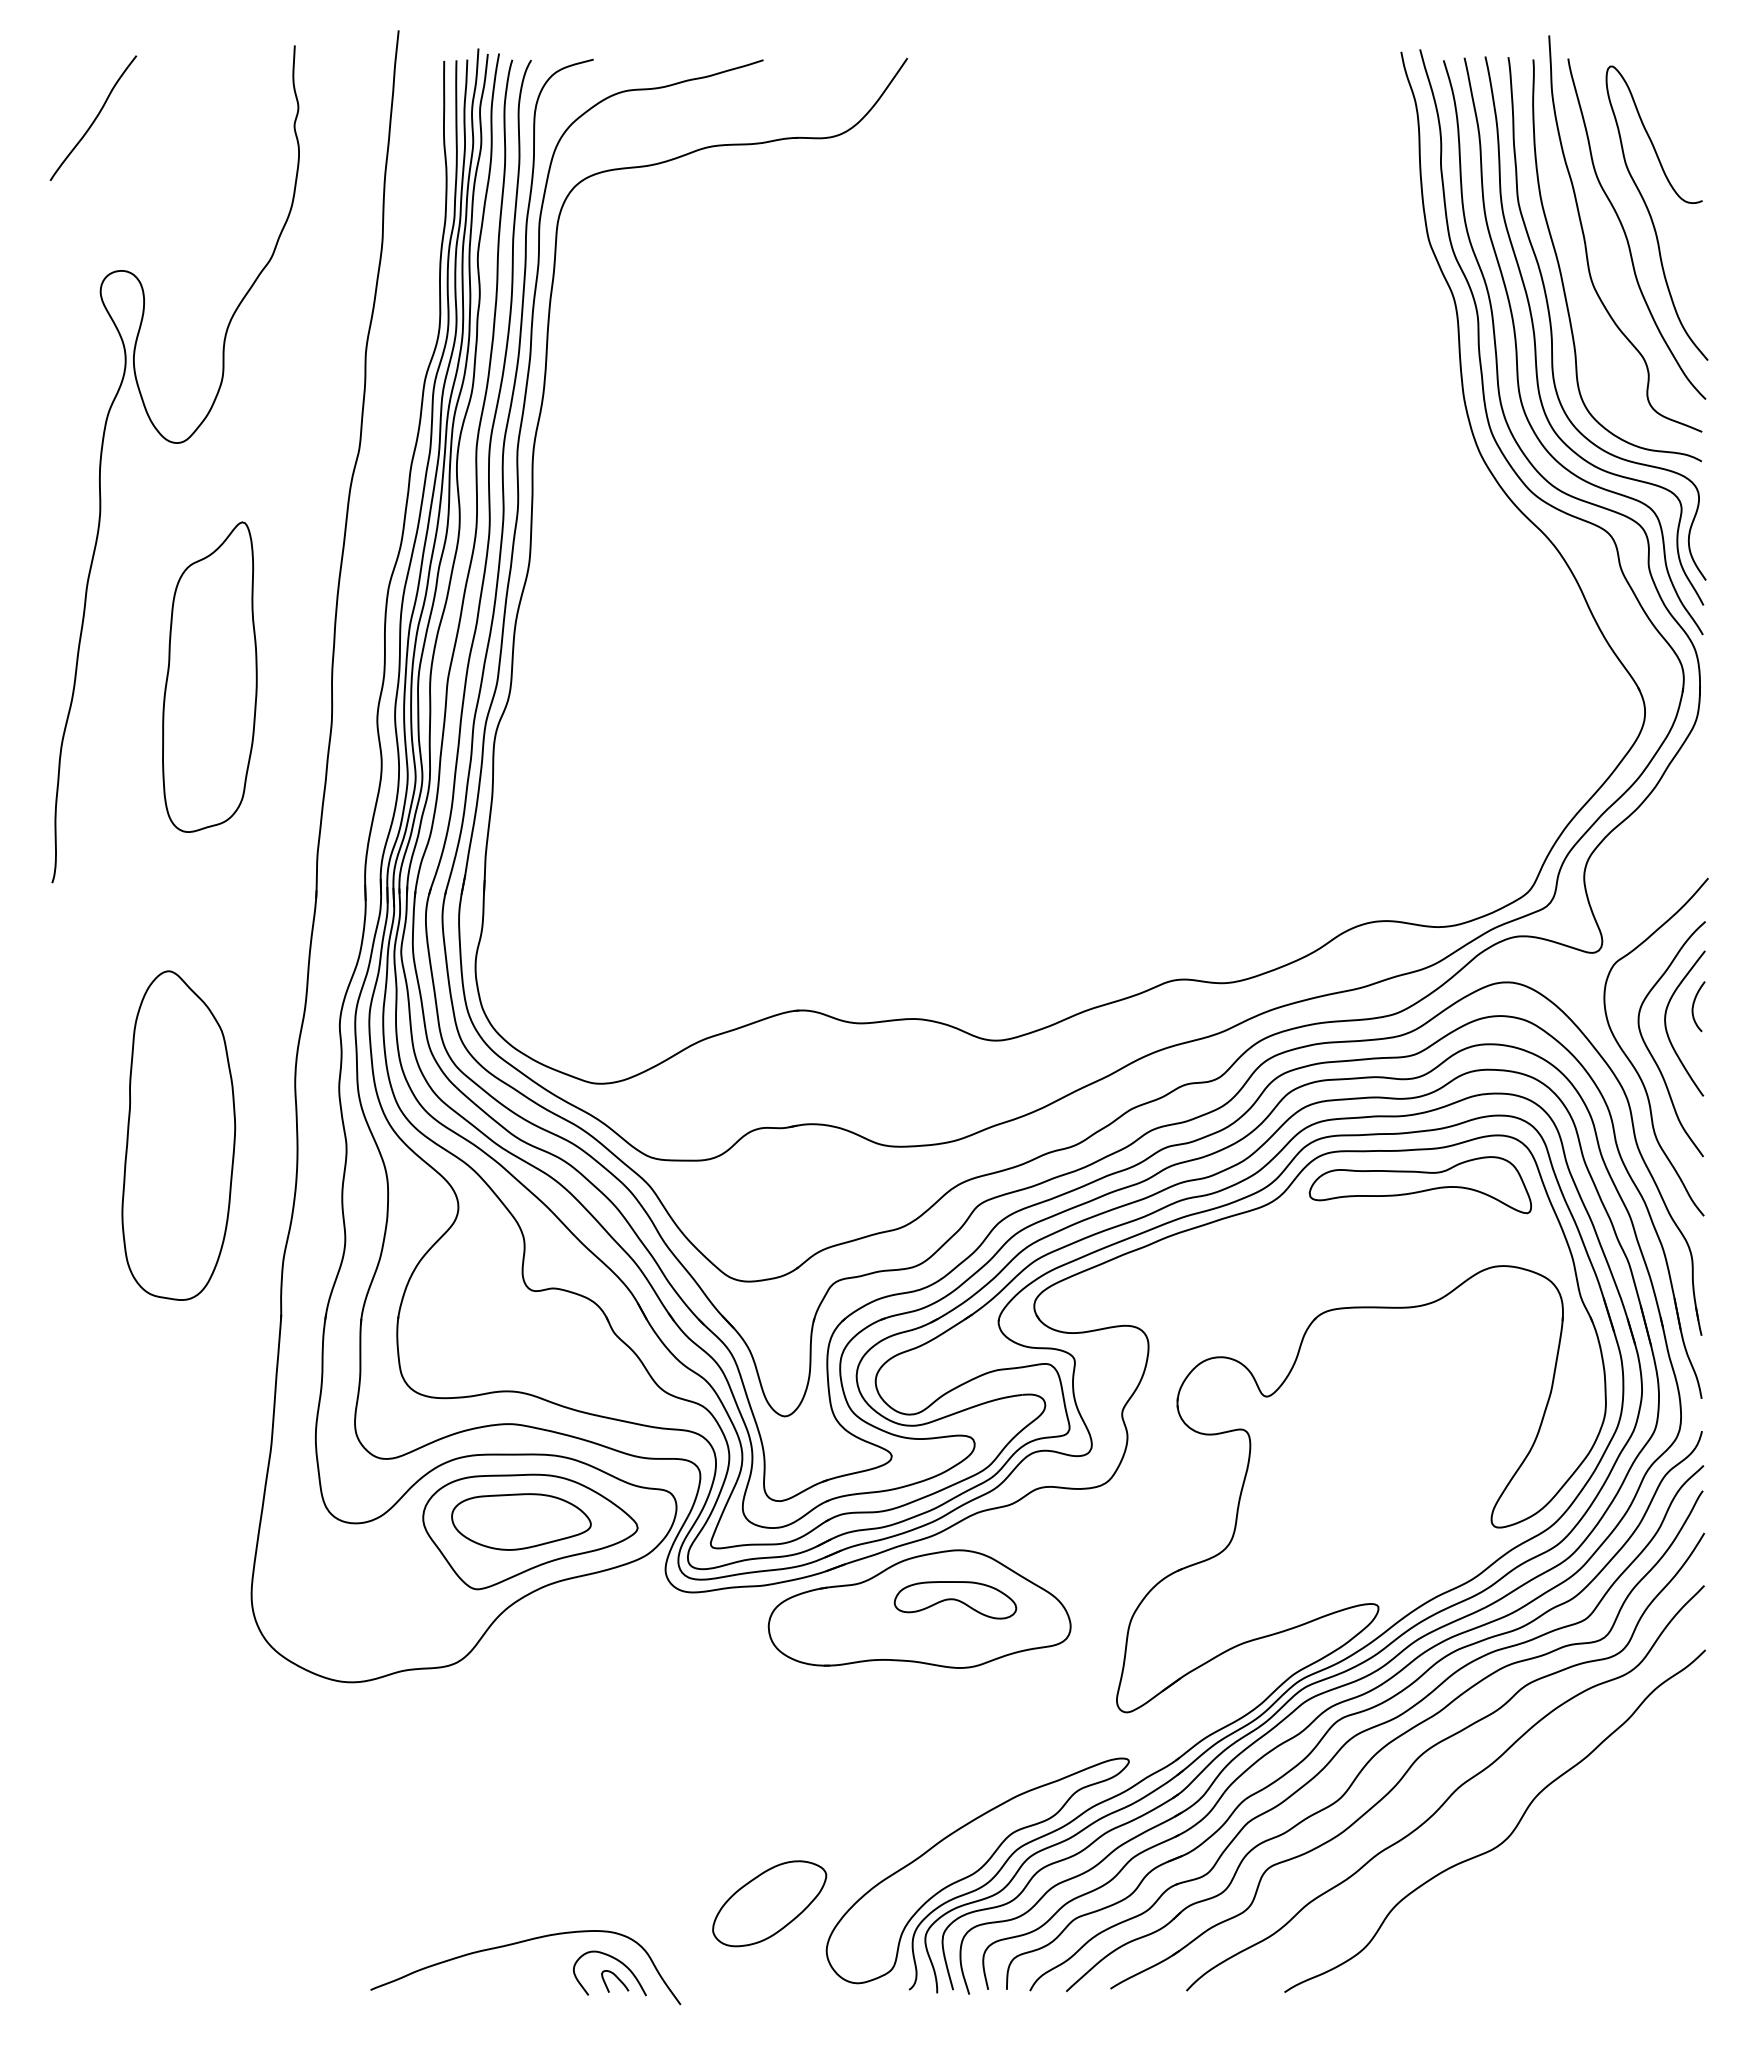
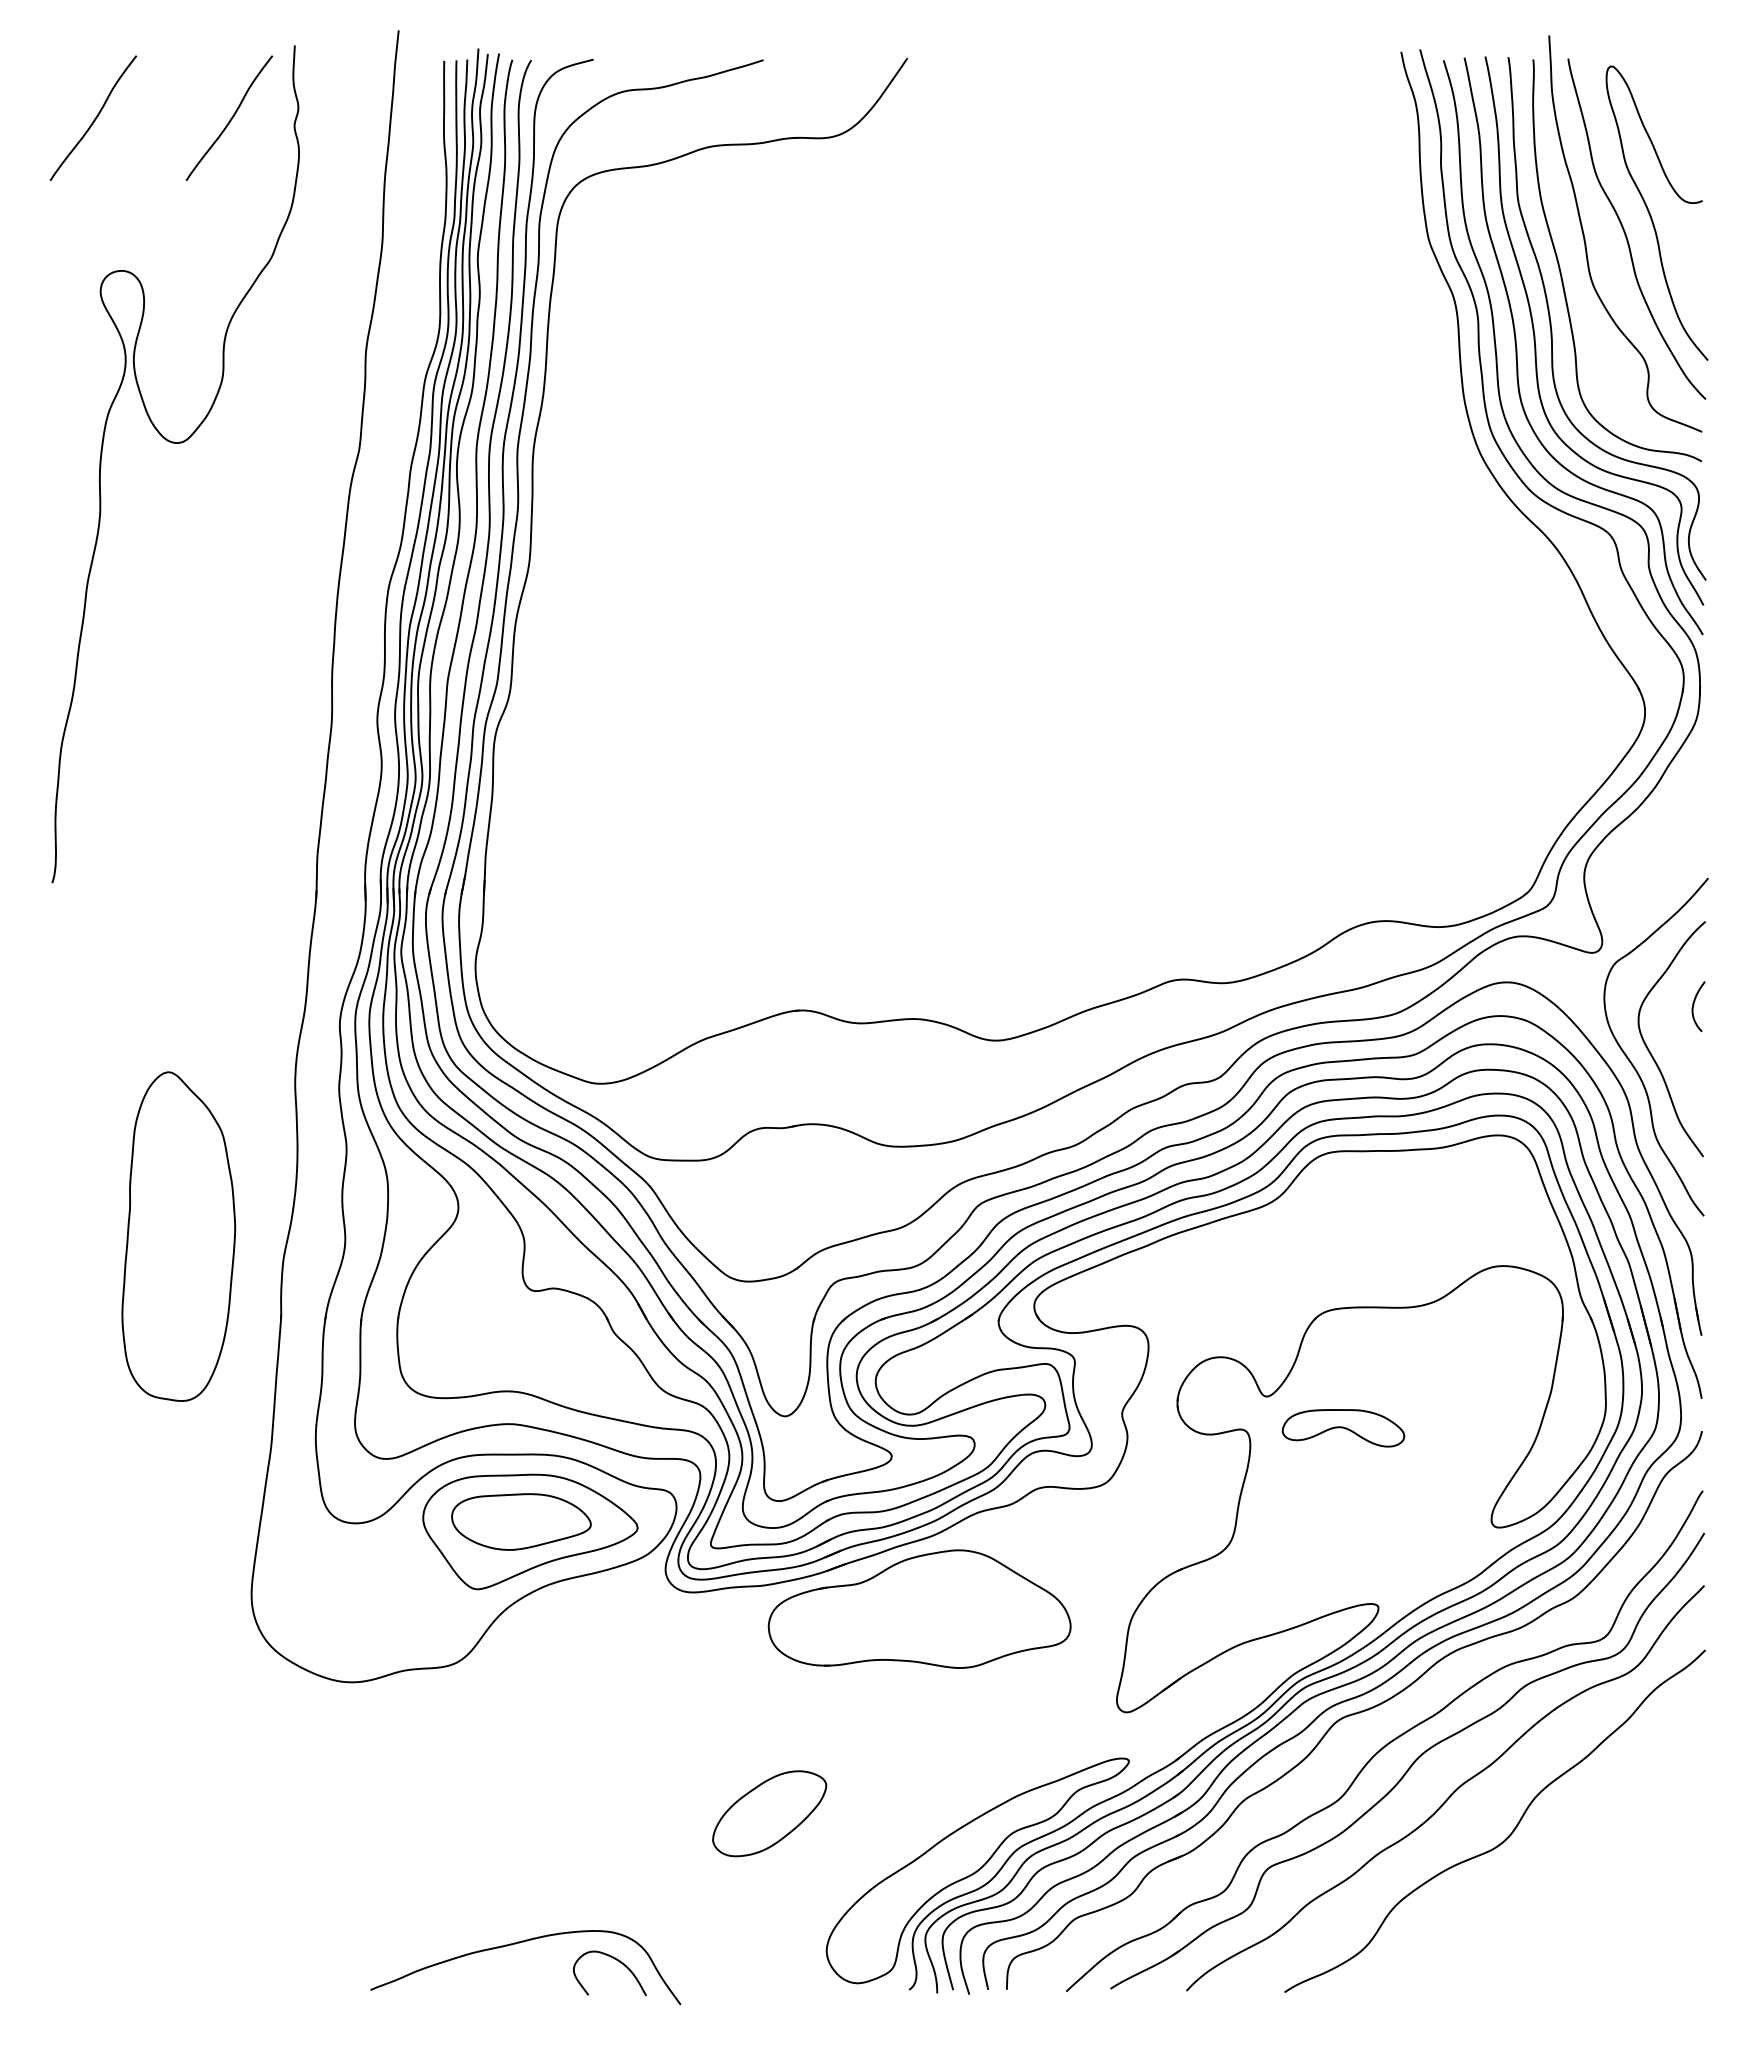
curve at (230, 118): none -> present
part at (209, 676): present -> none
curve at (1666, 1023): present -> none
part at (178, 1135) position: (178, 1135) -> (178, 1236)
part at (1420, 1185): present -> none
part at (955, 1600) position: (955, 1600) -> (1343, 1428)
part at (1366, 1728): present -> none
part at (769, 1903) position: (769, 1903) -> (769, 1813)
curve at (617, 1979): present -> none
